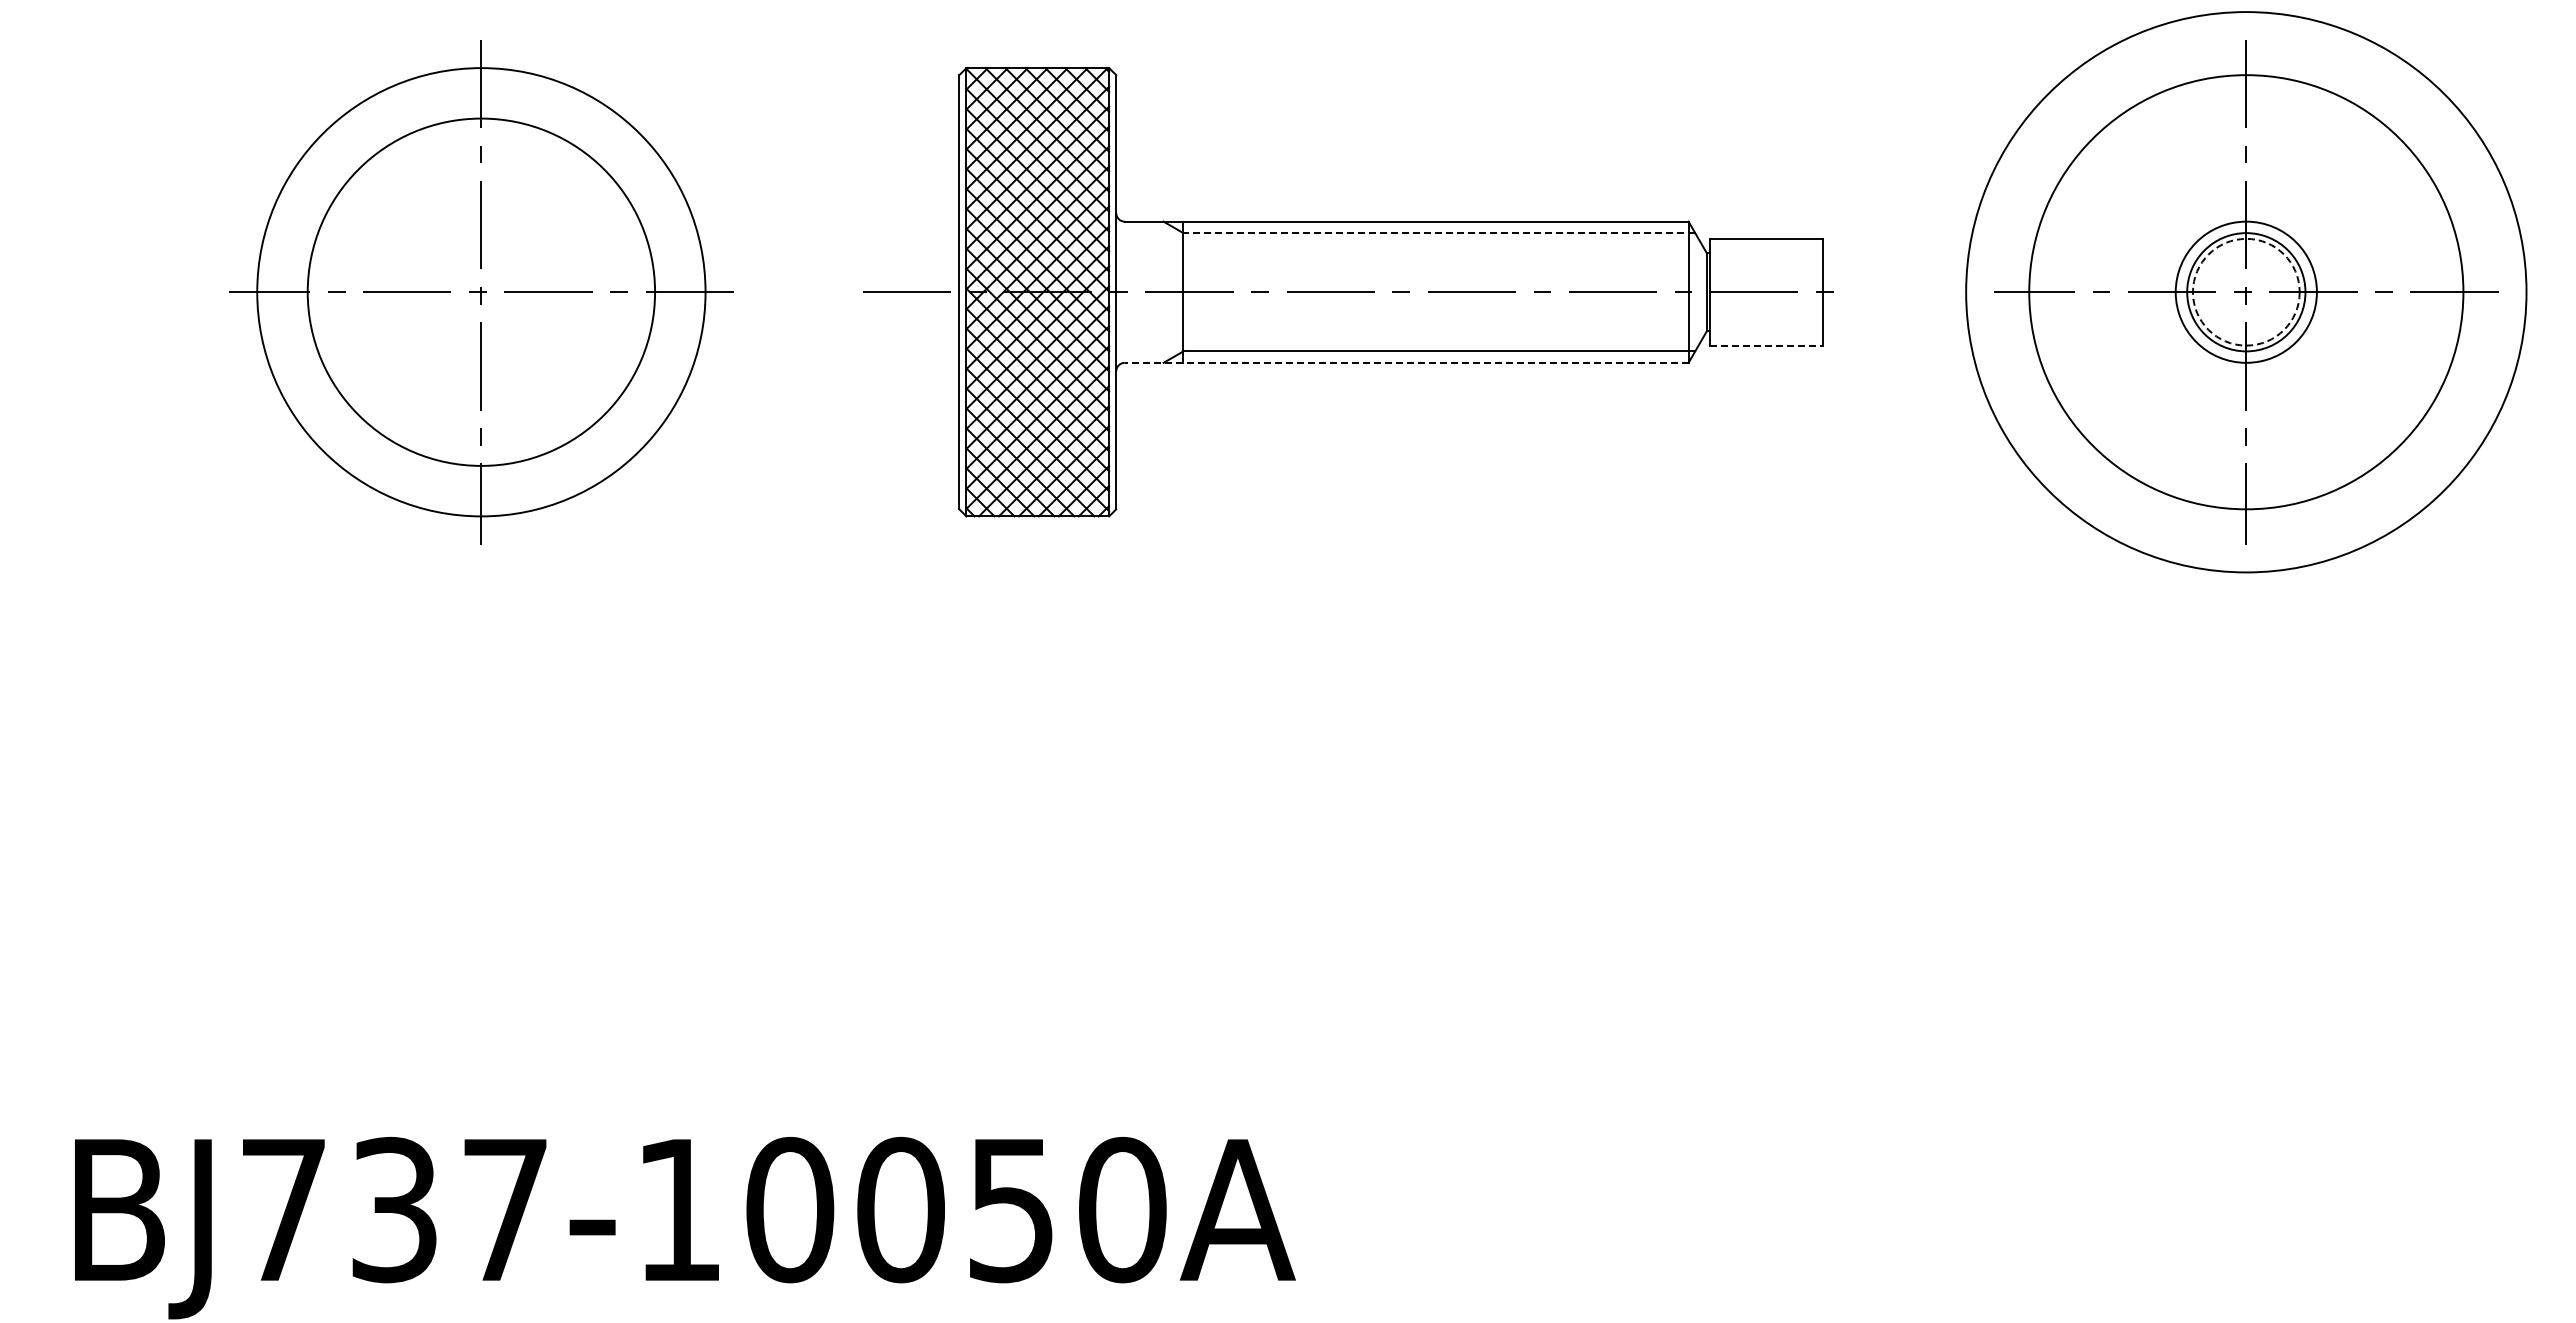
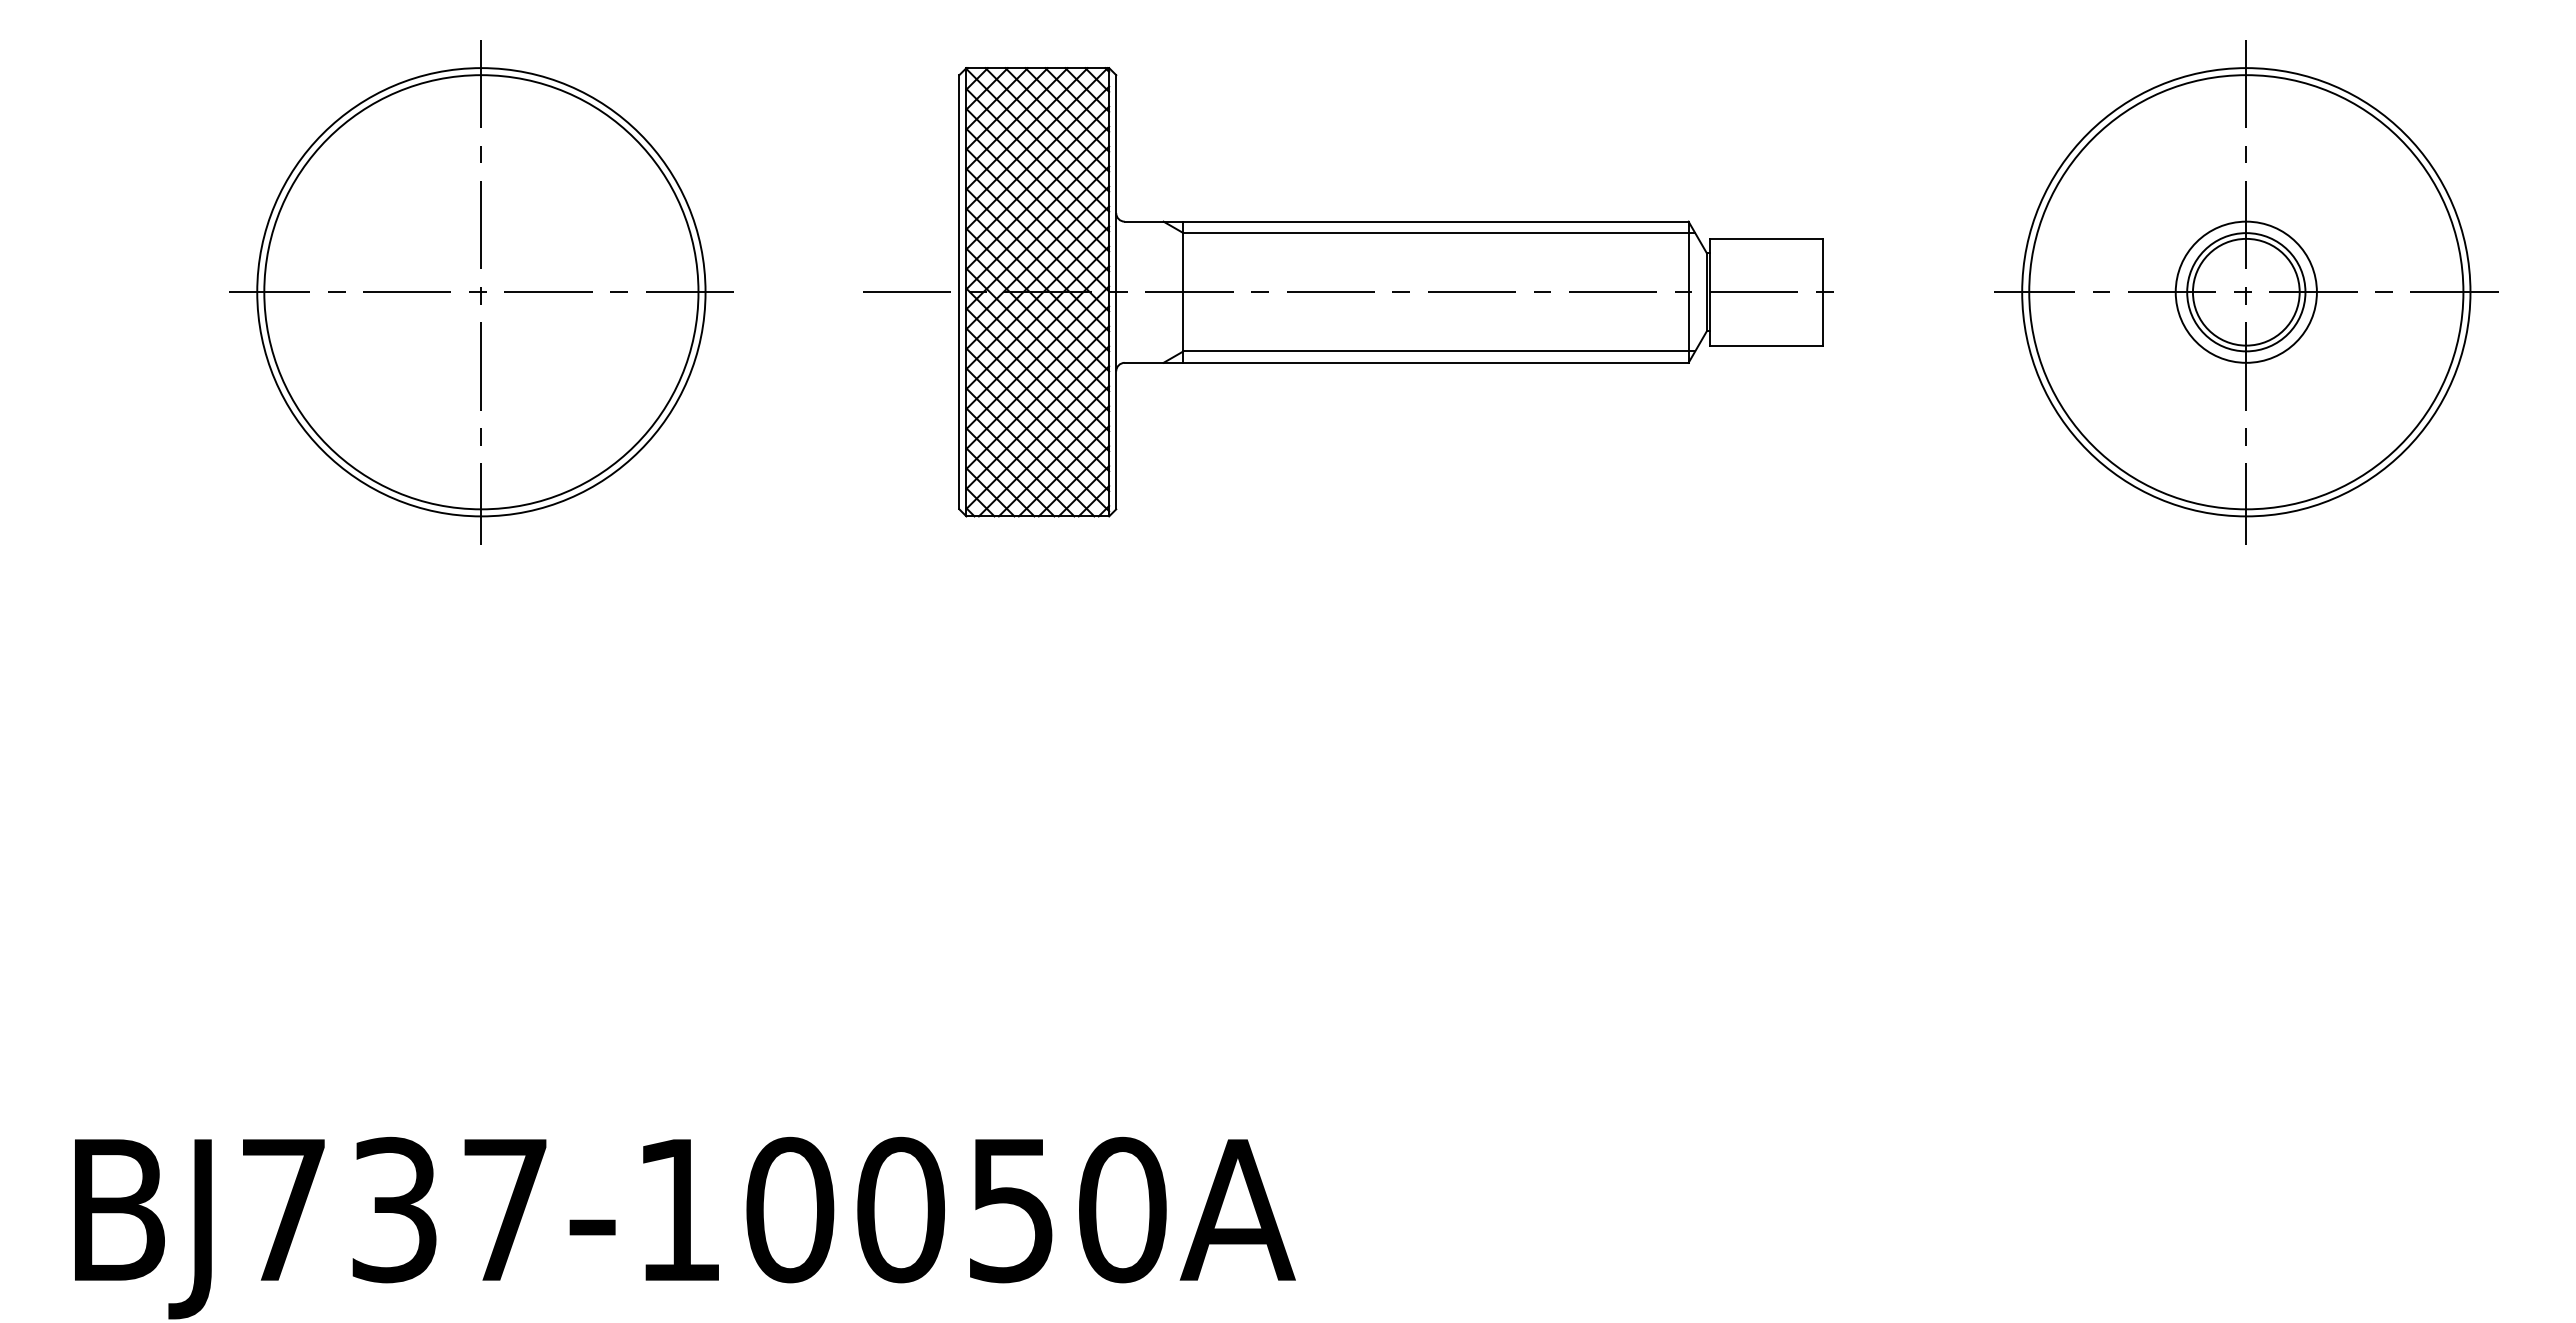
line at (1439, 233): dashed -> solid
circle at (481, 291) diameter: 347 px -> 434 px
circle at (2245, 291): dashed -> solid
circle at (2246, 292) diameter: 560 px -> 448 px
line at (1766, 345): dashed -> solid
line at (1406, 362): dashed -> solid
